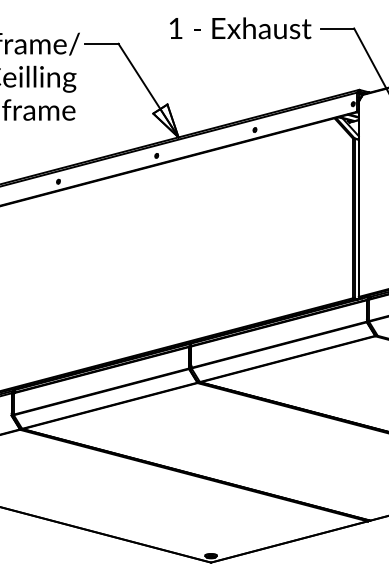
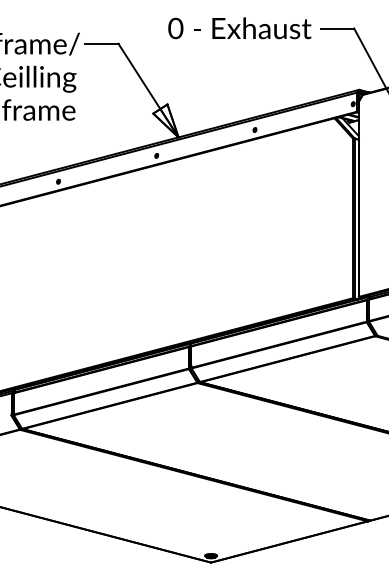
text at (175, 28): 1 -> 0
